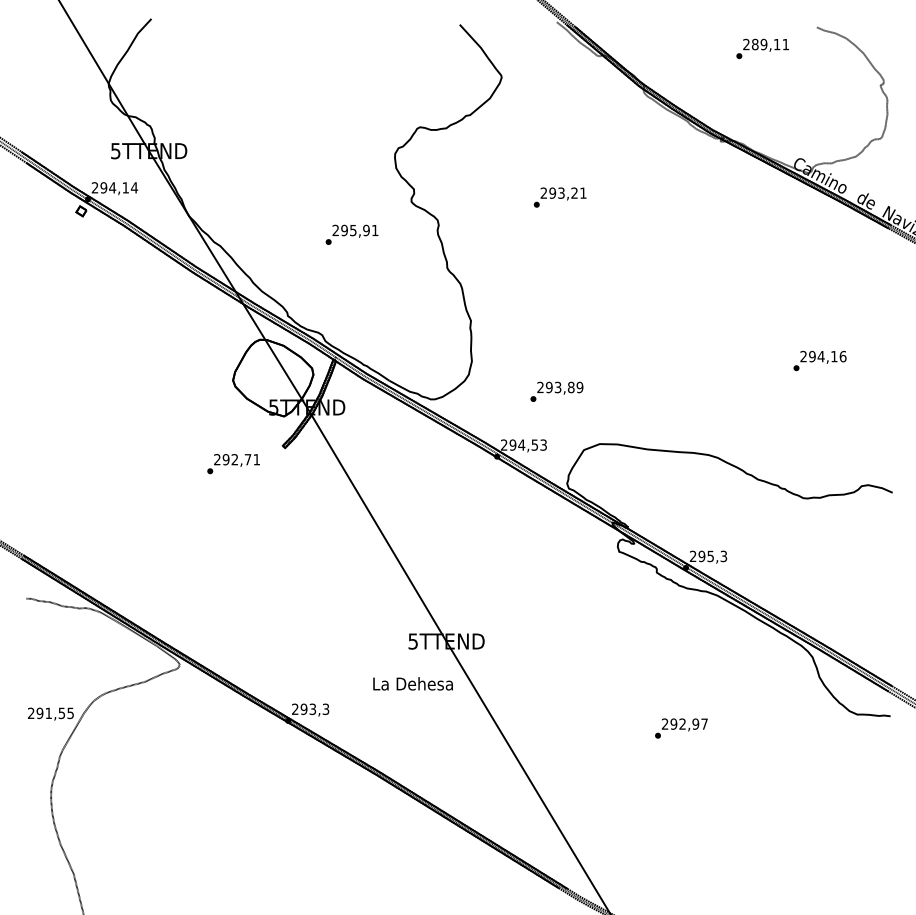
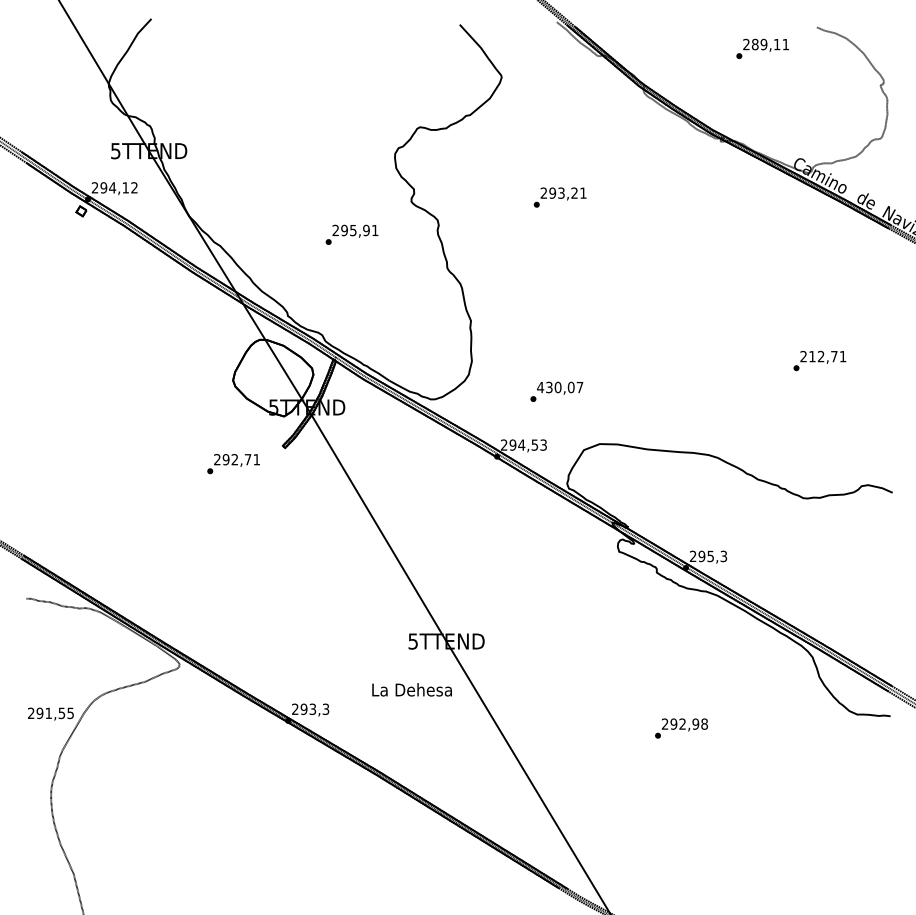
text at (134, 187): 294,14 -> 294,12
text at (827, 356): 294,16 -> 212,71
text at (560, 387): 293,89 -> 430,07
text at (412, 683) position: (412, 683) -> (411, 689)
text at (704, 723): 292,97 -> 292,98
